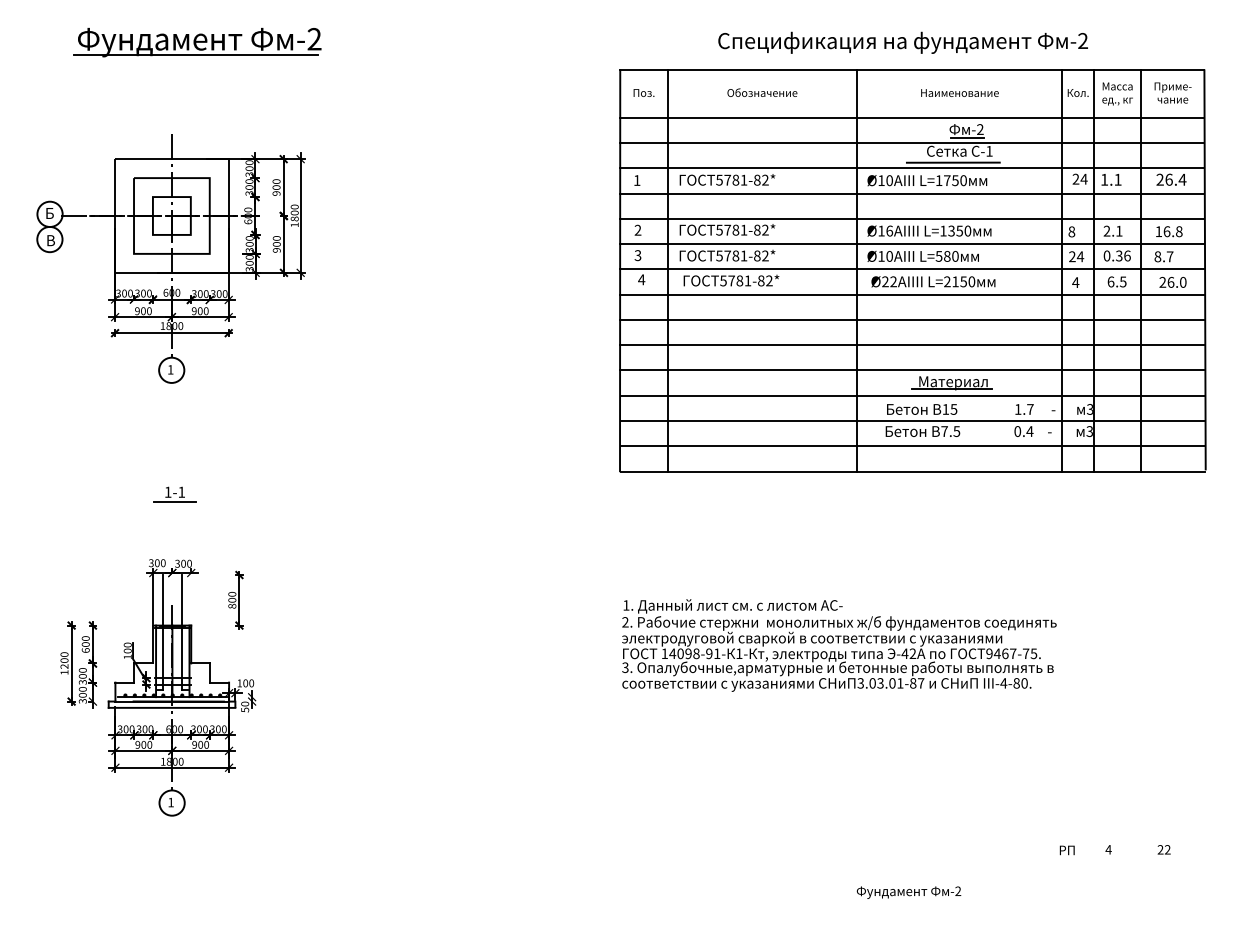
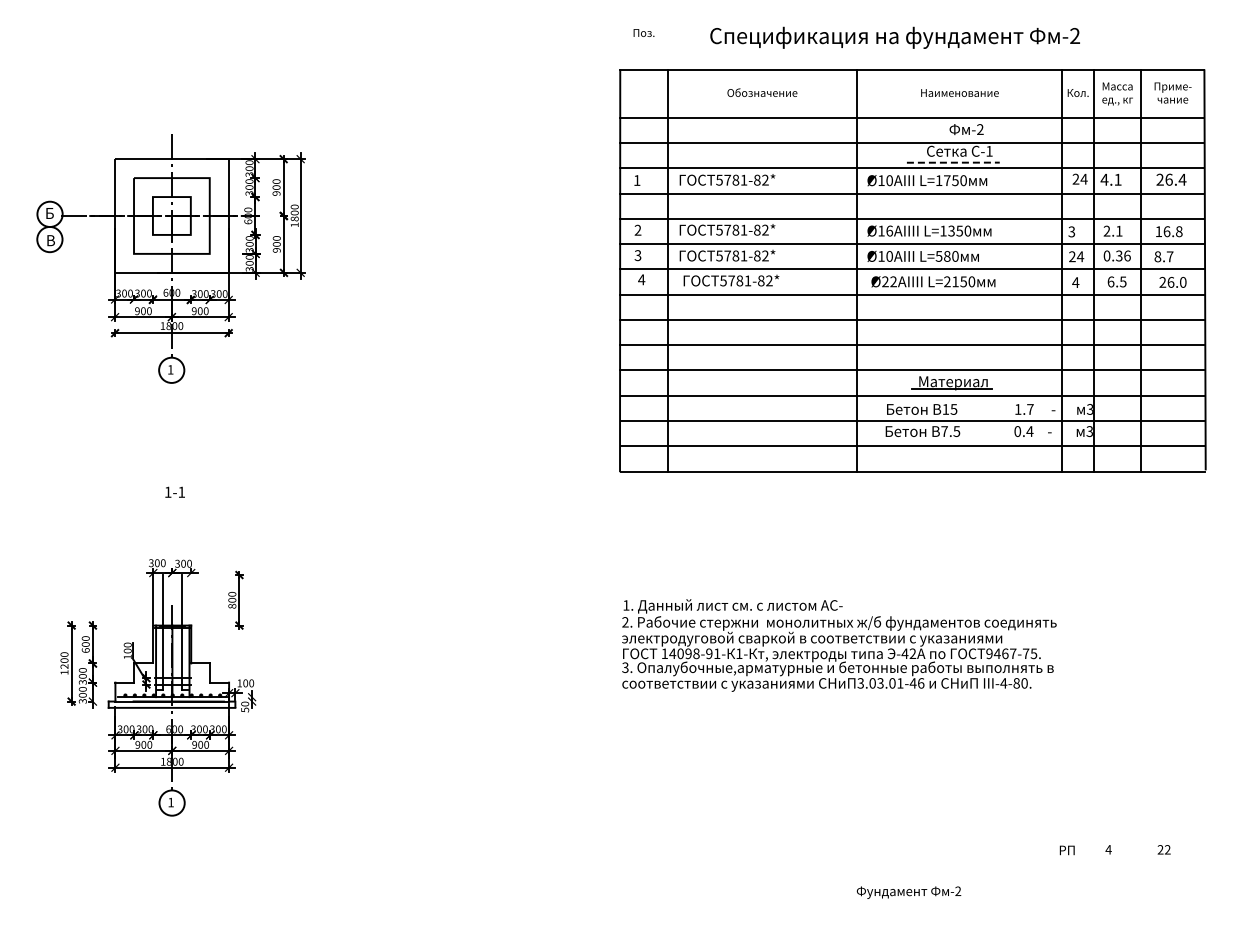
part at (197, 42): present -> none
text at (902, 42) position: (902, 42) -> (894, 37)
text at (643, 92) position: (643, 92) -> (643, 32)
line at (967, 138): present -> none
line at (953, 162): solid -> dashed
text at (1104, 179): 1.1 -> 4.1
text at (1071, 231): 8 -> 3
line at (174, 502): present -> none
text at (916, 683): 3.03.01-87 -> 3.03.01-46
